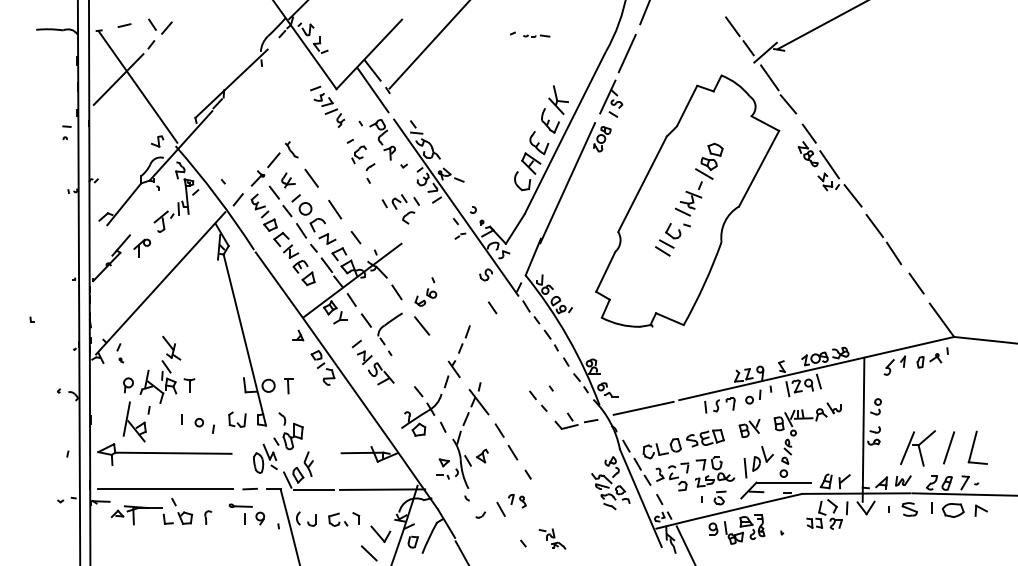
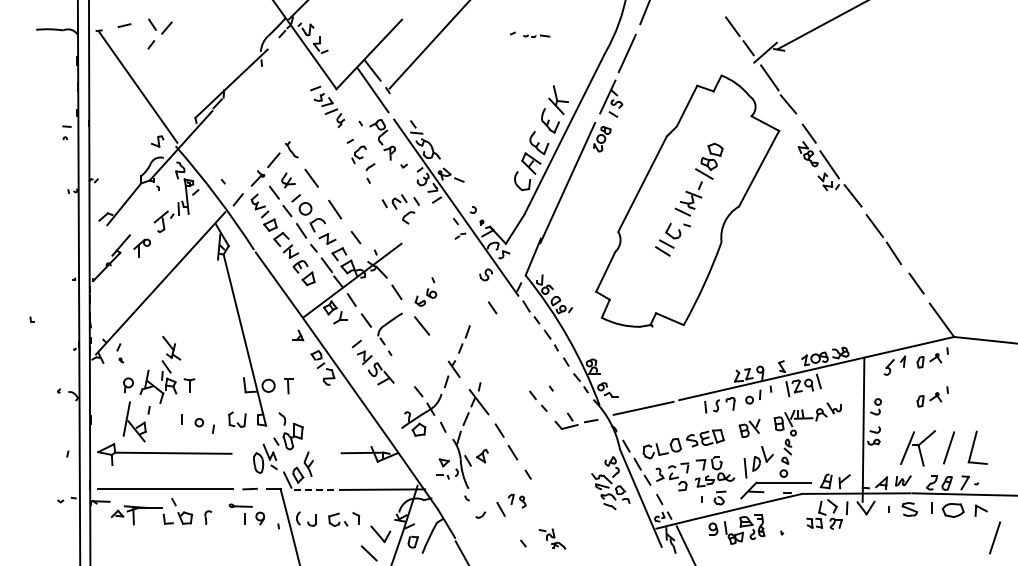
line at (118, 79): present -> none
part at (932, 396): none -> present
line at (314, 489): solid -> dashed
line at (994, 537): none -> present
